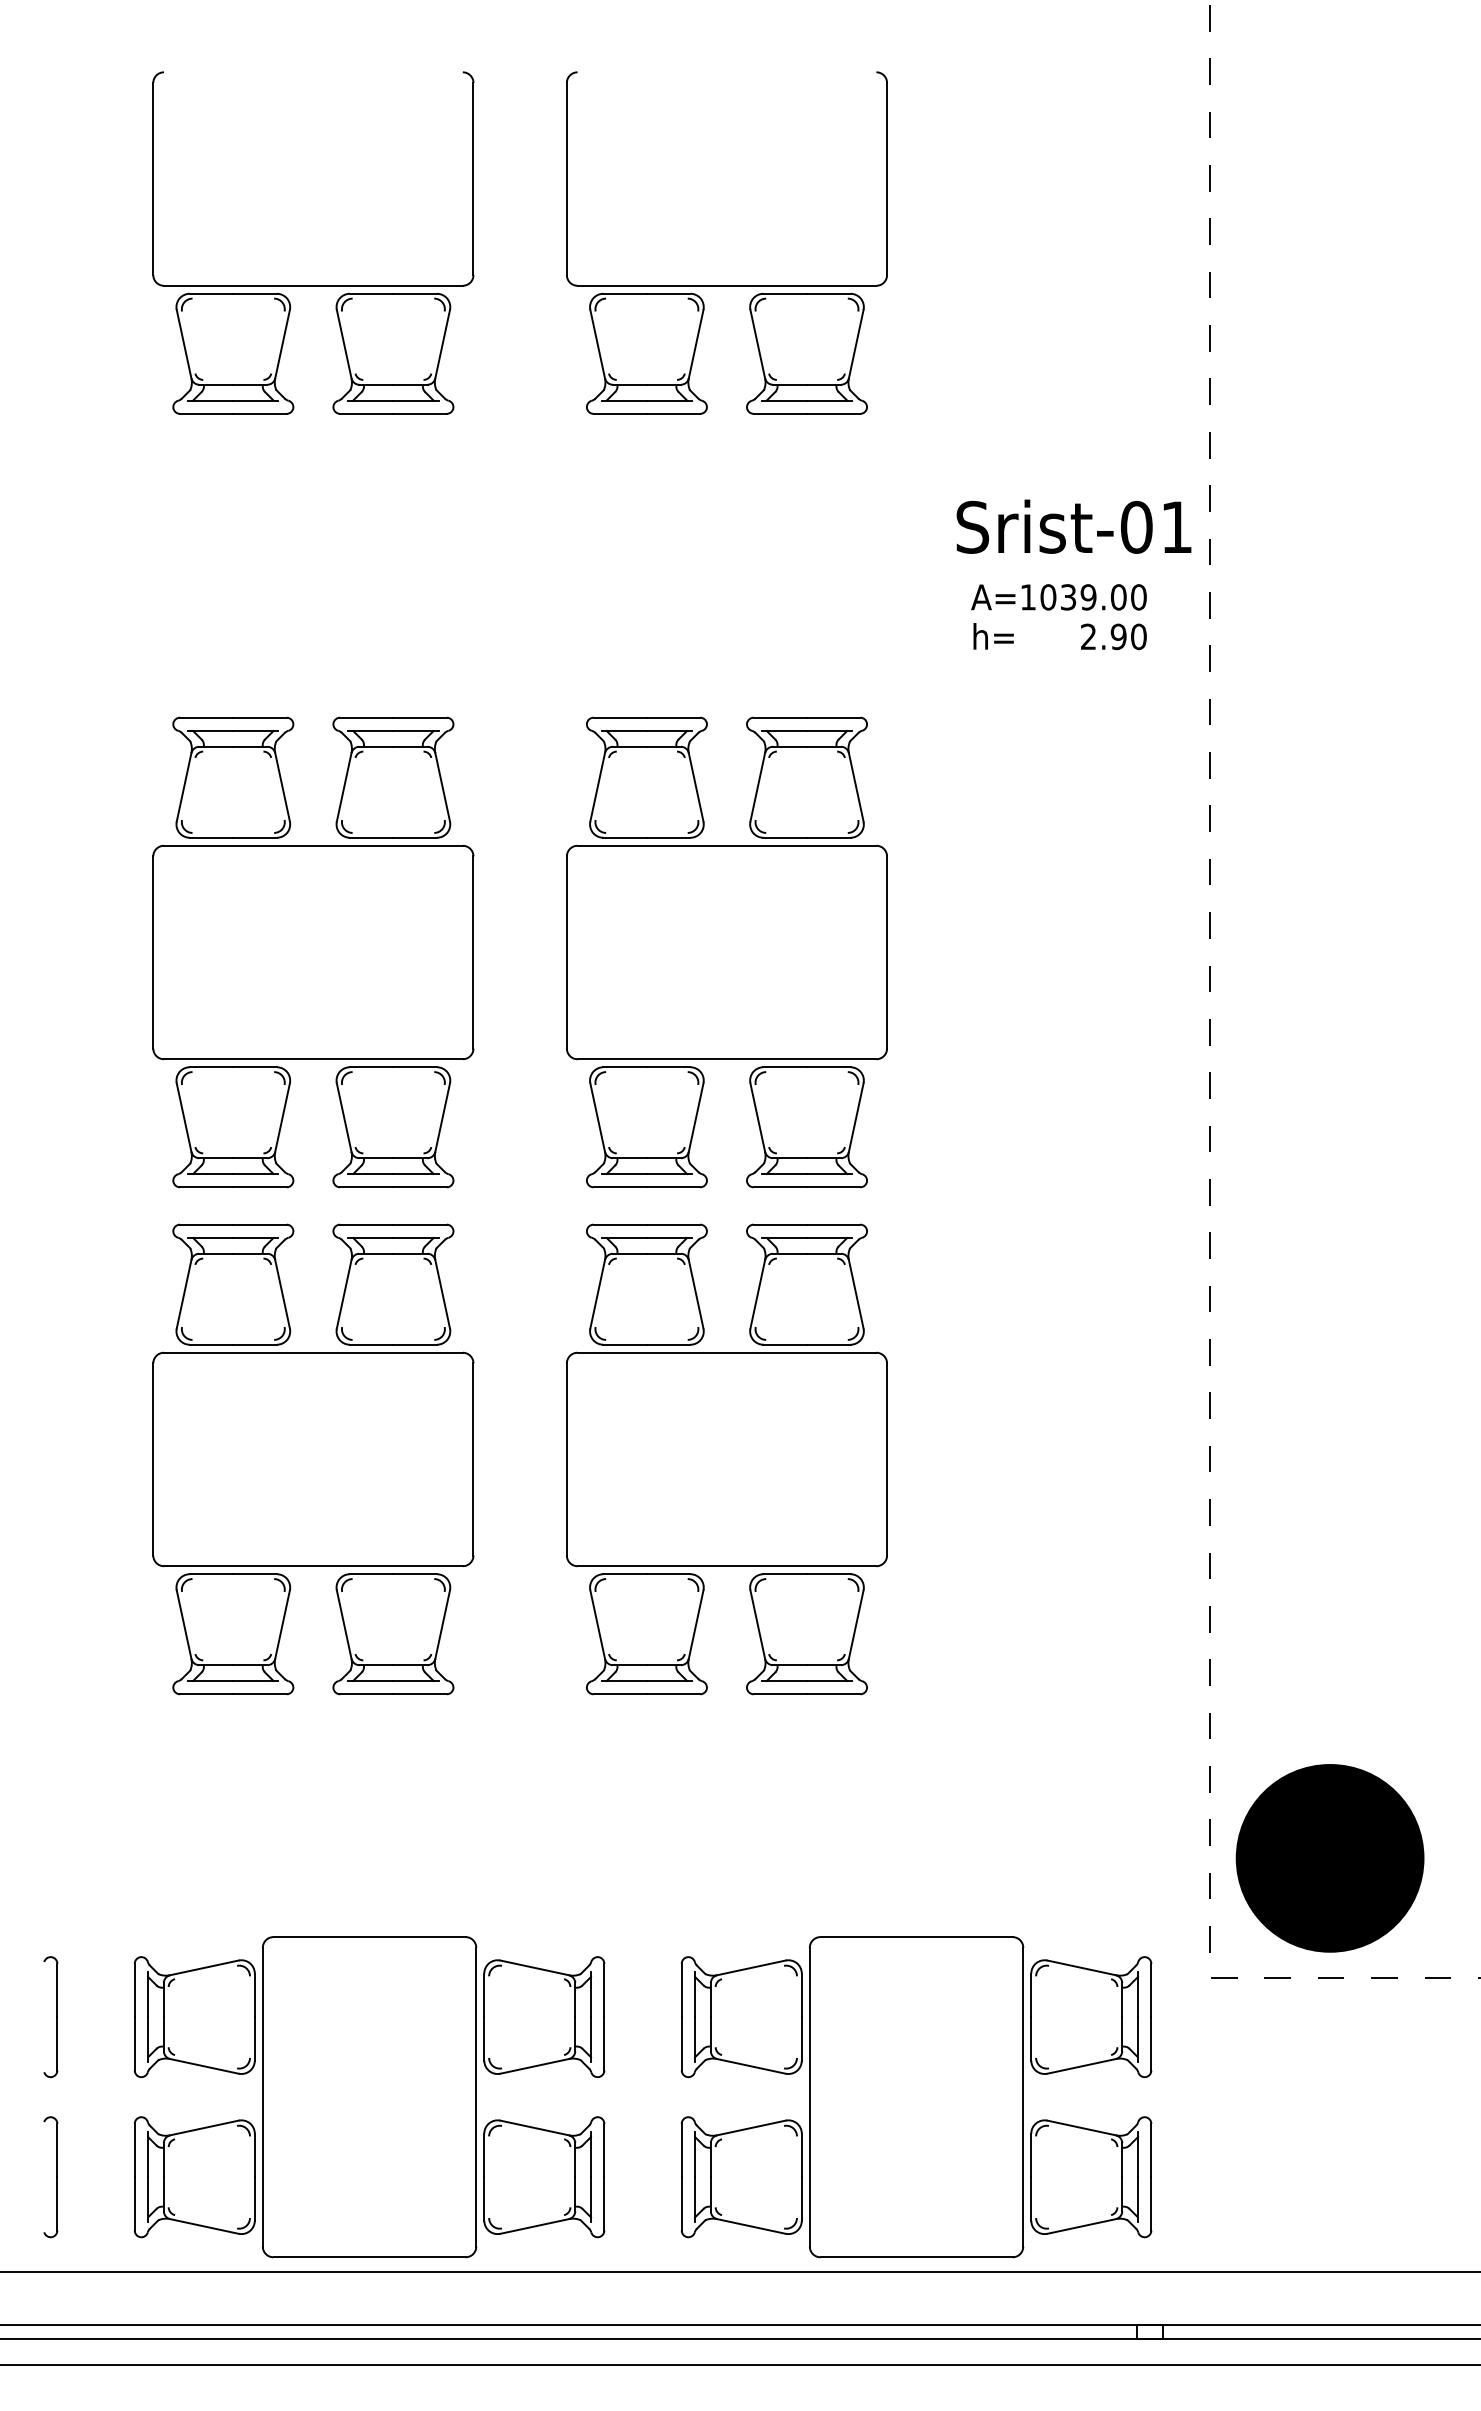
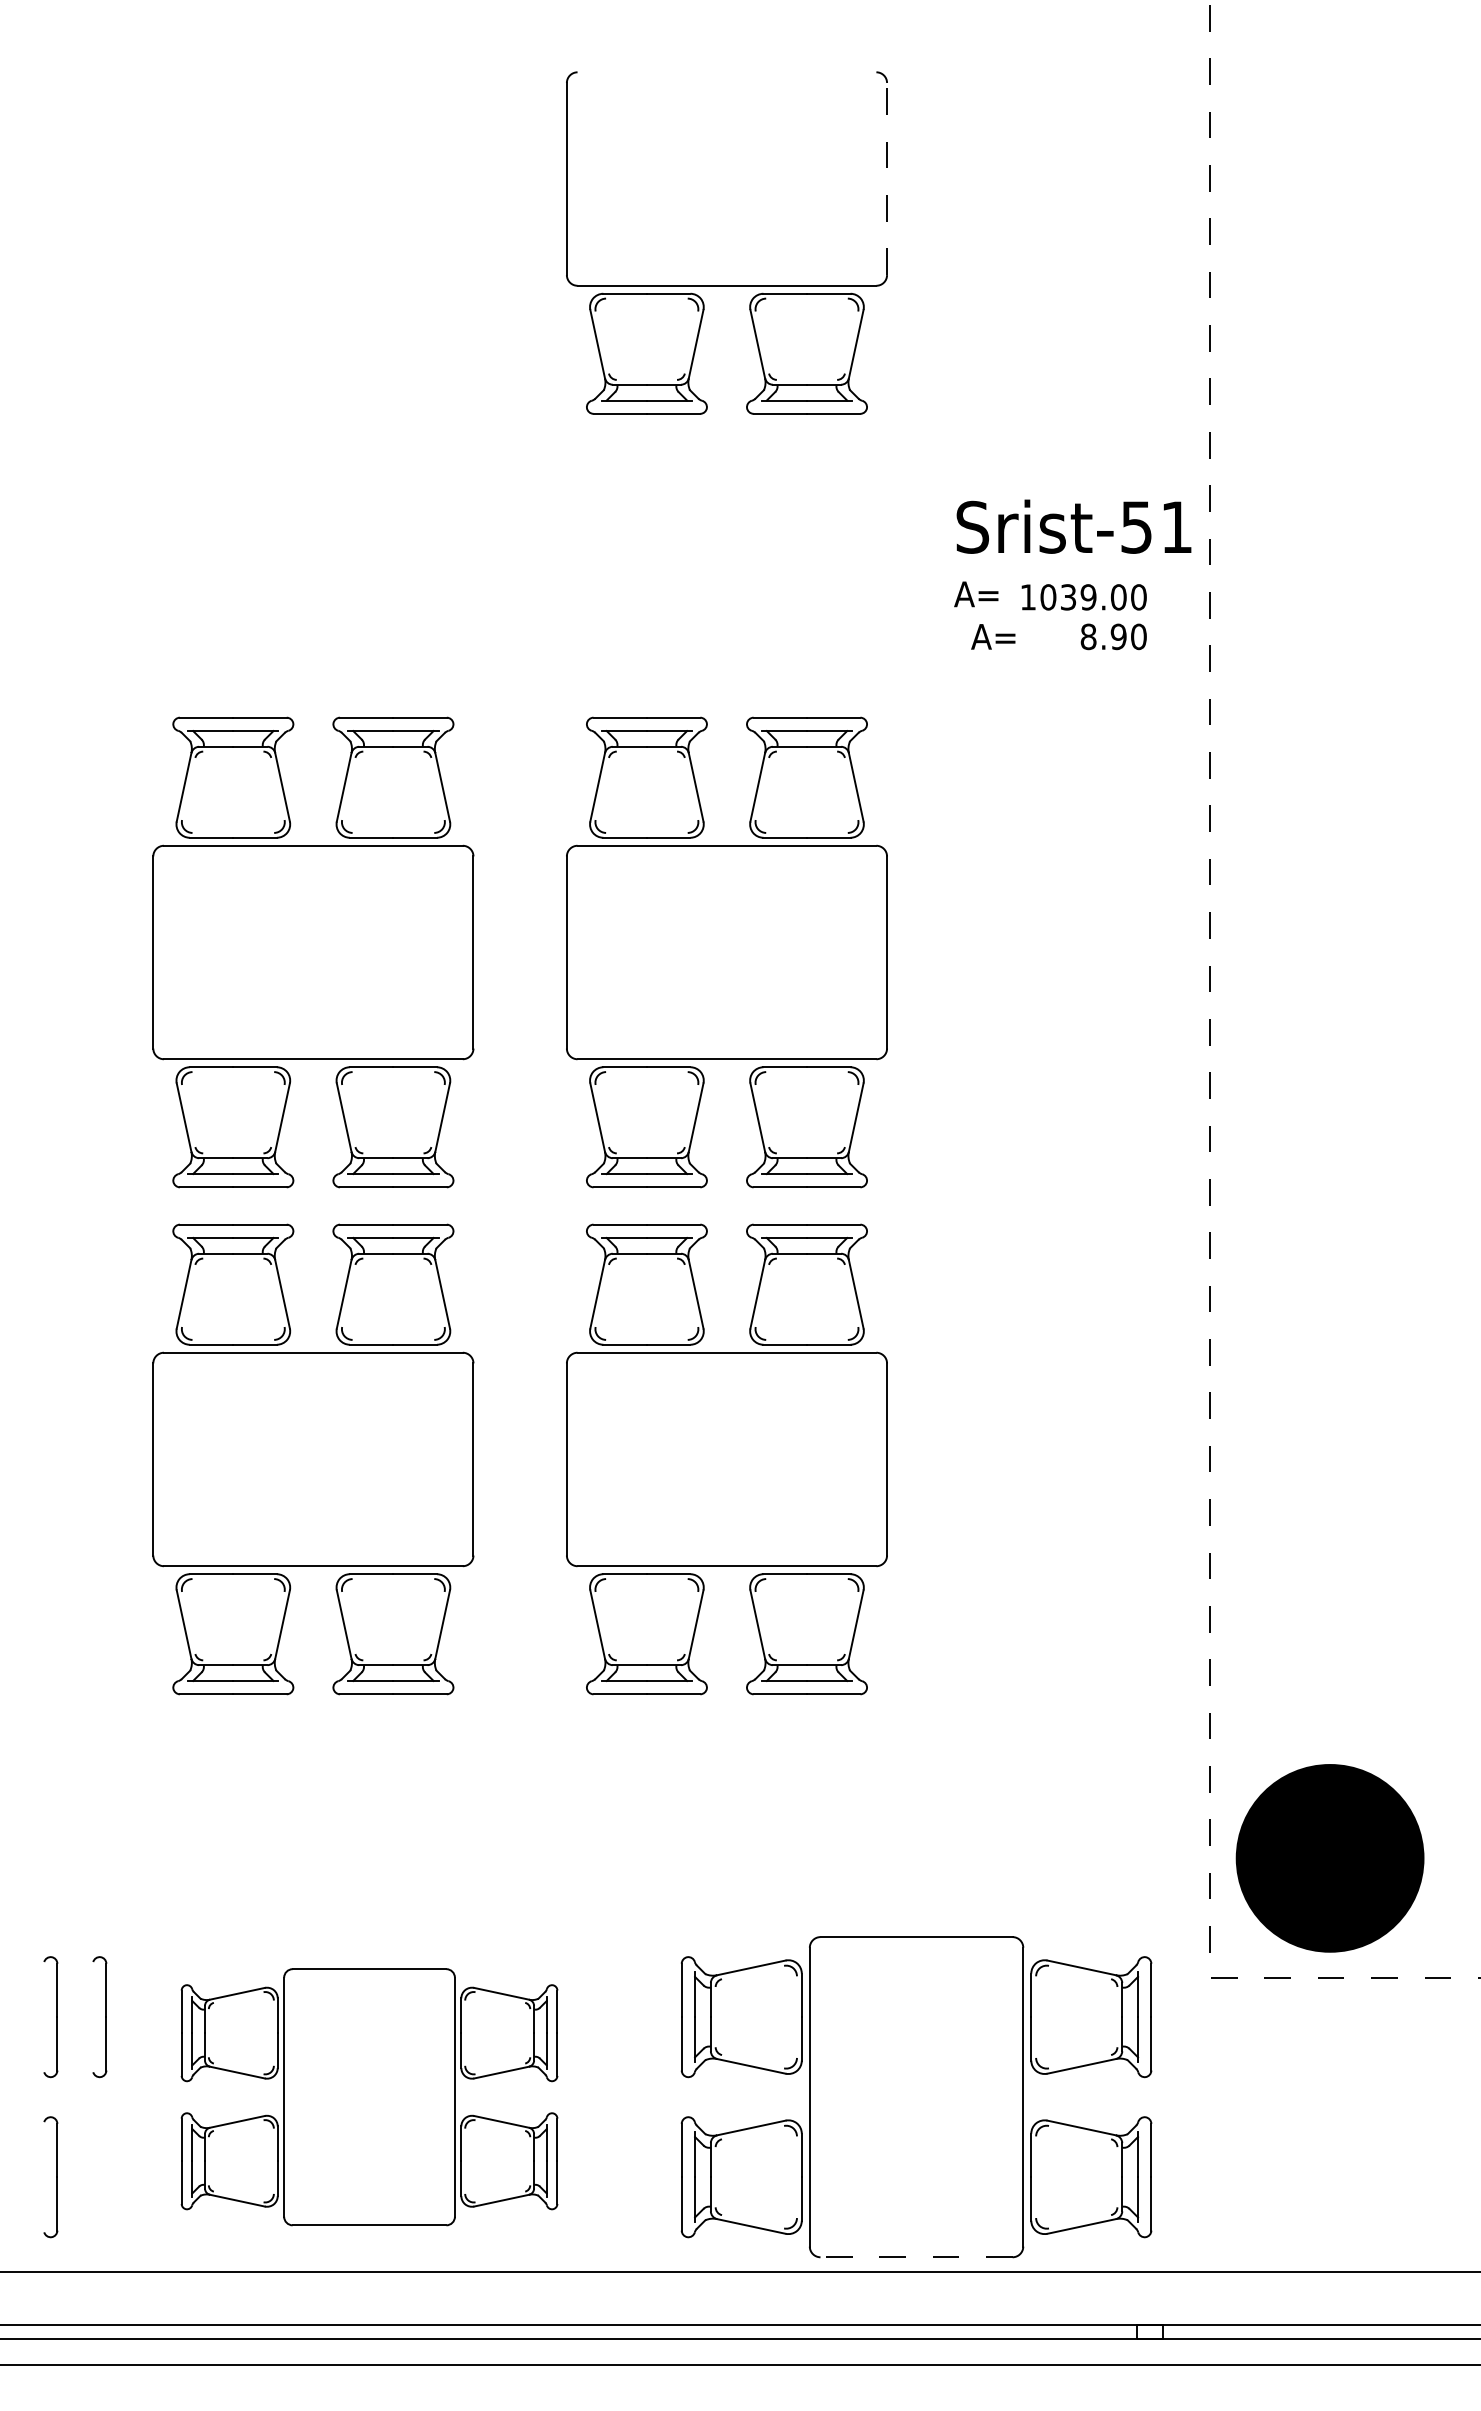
line at (887, 178): solid -> dashed
part at (313, 285): present -> none
text at (1136, 526): Srist-01 -> Srist-51
text at (993, 597) position: (993, 597) -> (976, 594)
text at (993, 636): h= -> A=
text at (1088, 636): 2.90 -> 8.90
part at (99, 2017): none -> present
part at (369, 2097) size: 473x323 px -> 379x259 px
line at (916, 2257): solid -> dashed
